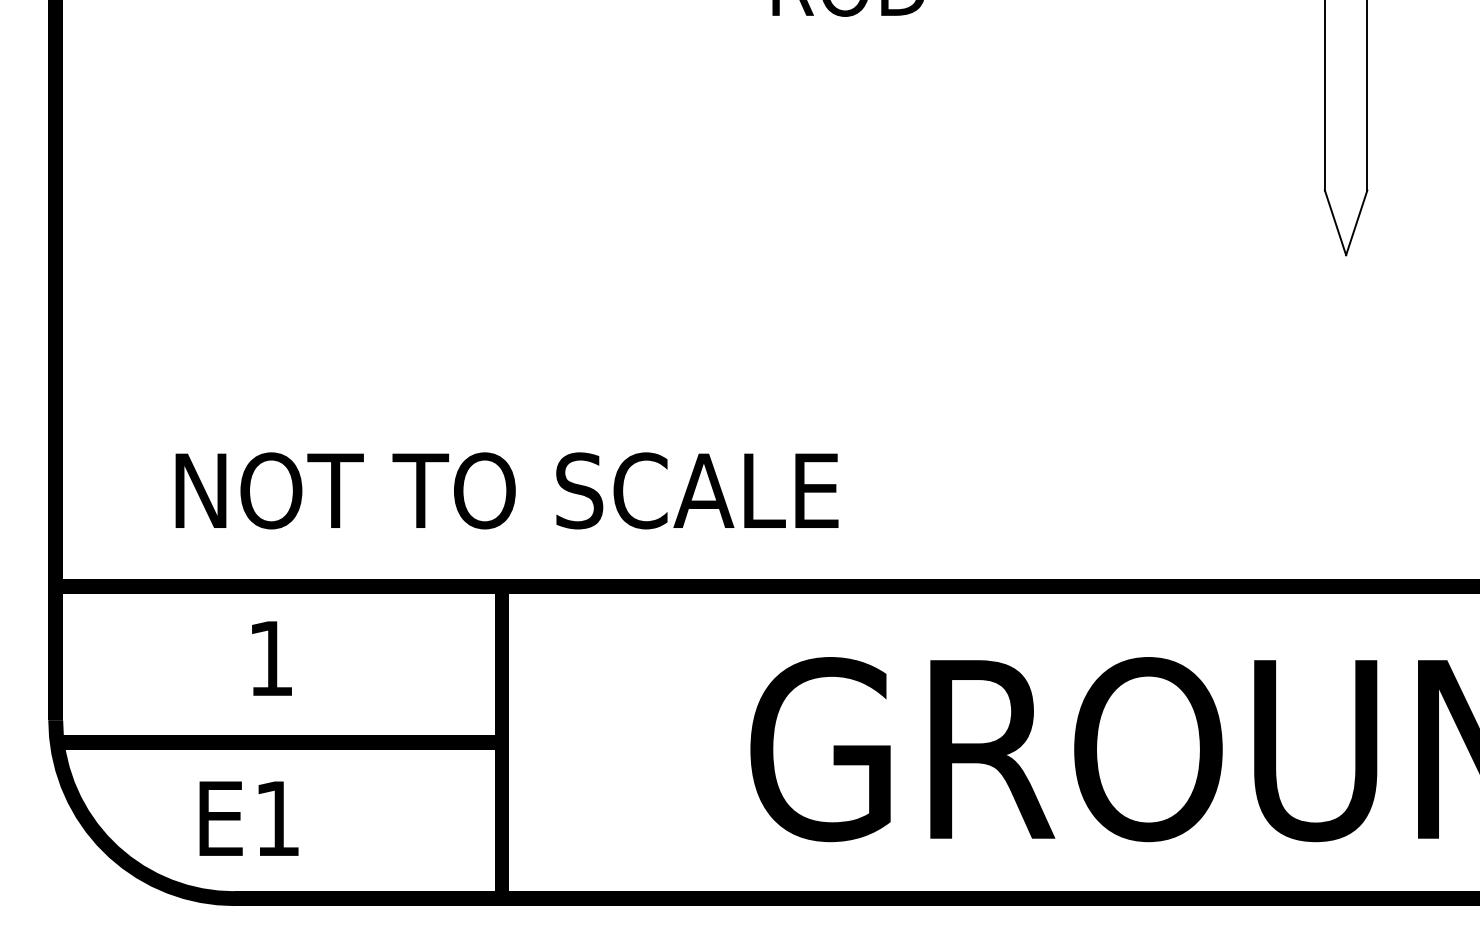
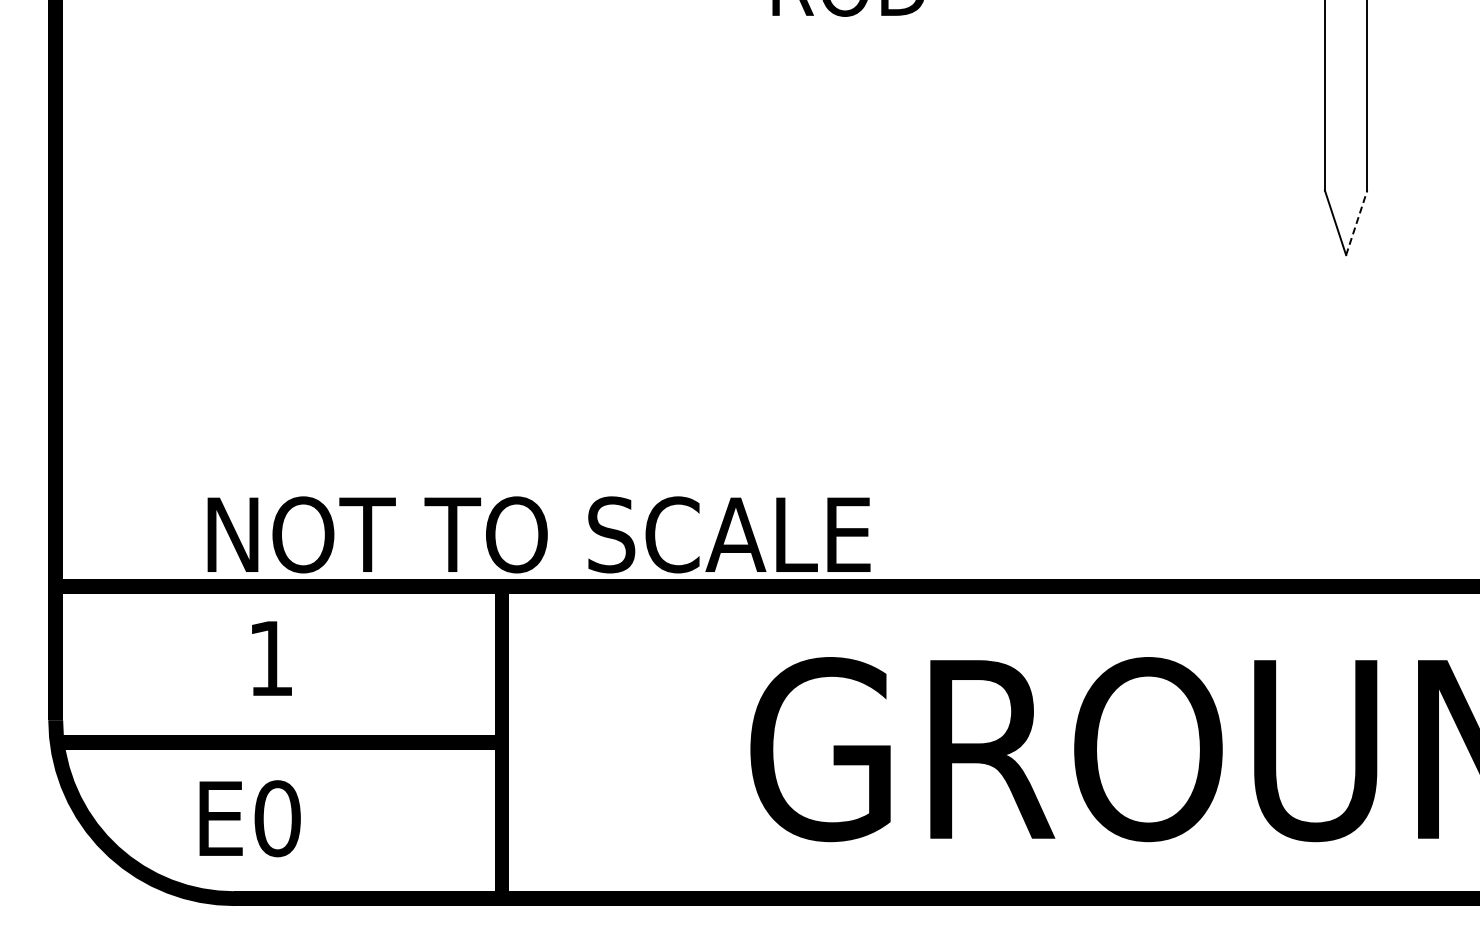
line at (1356, 222): solid -> dashed
text at (506, 490) position: (506, 490) -> (538, 534)
text at (277, 818): E1 -> E0
